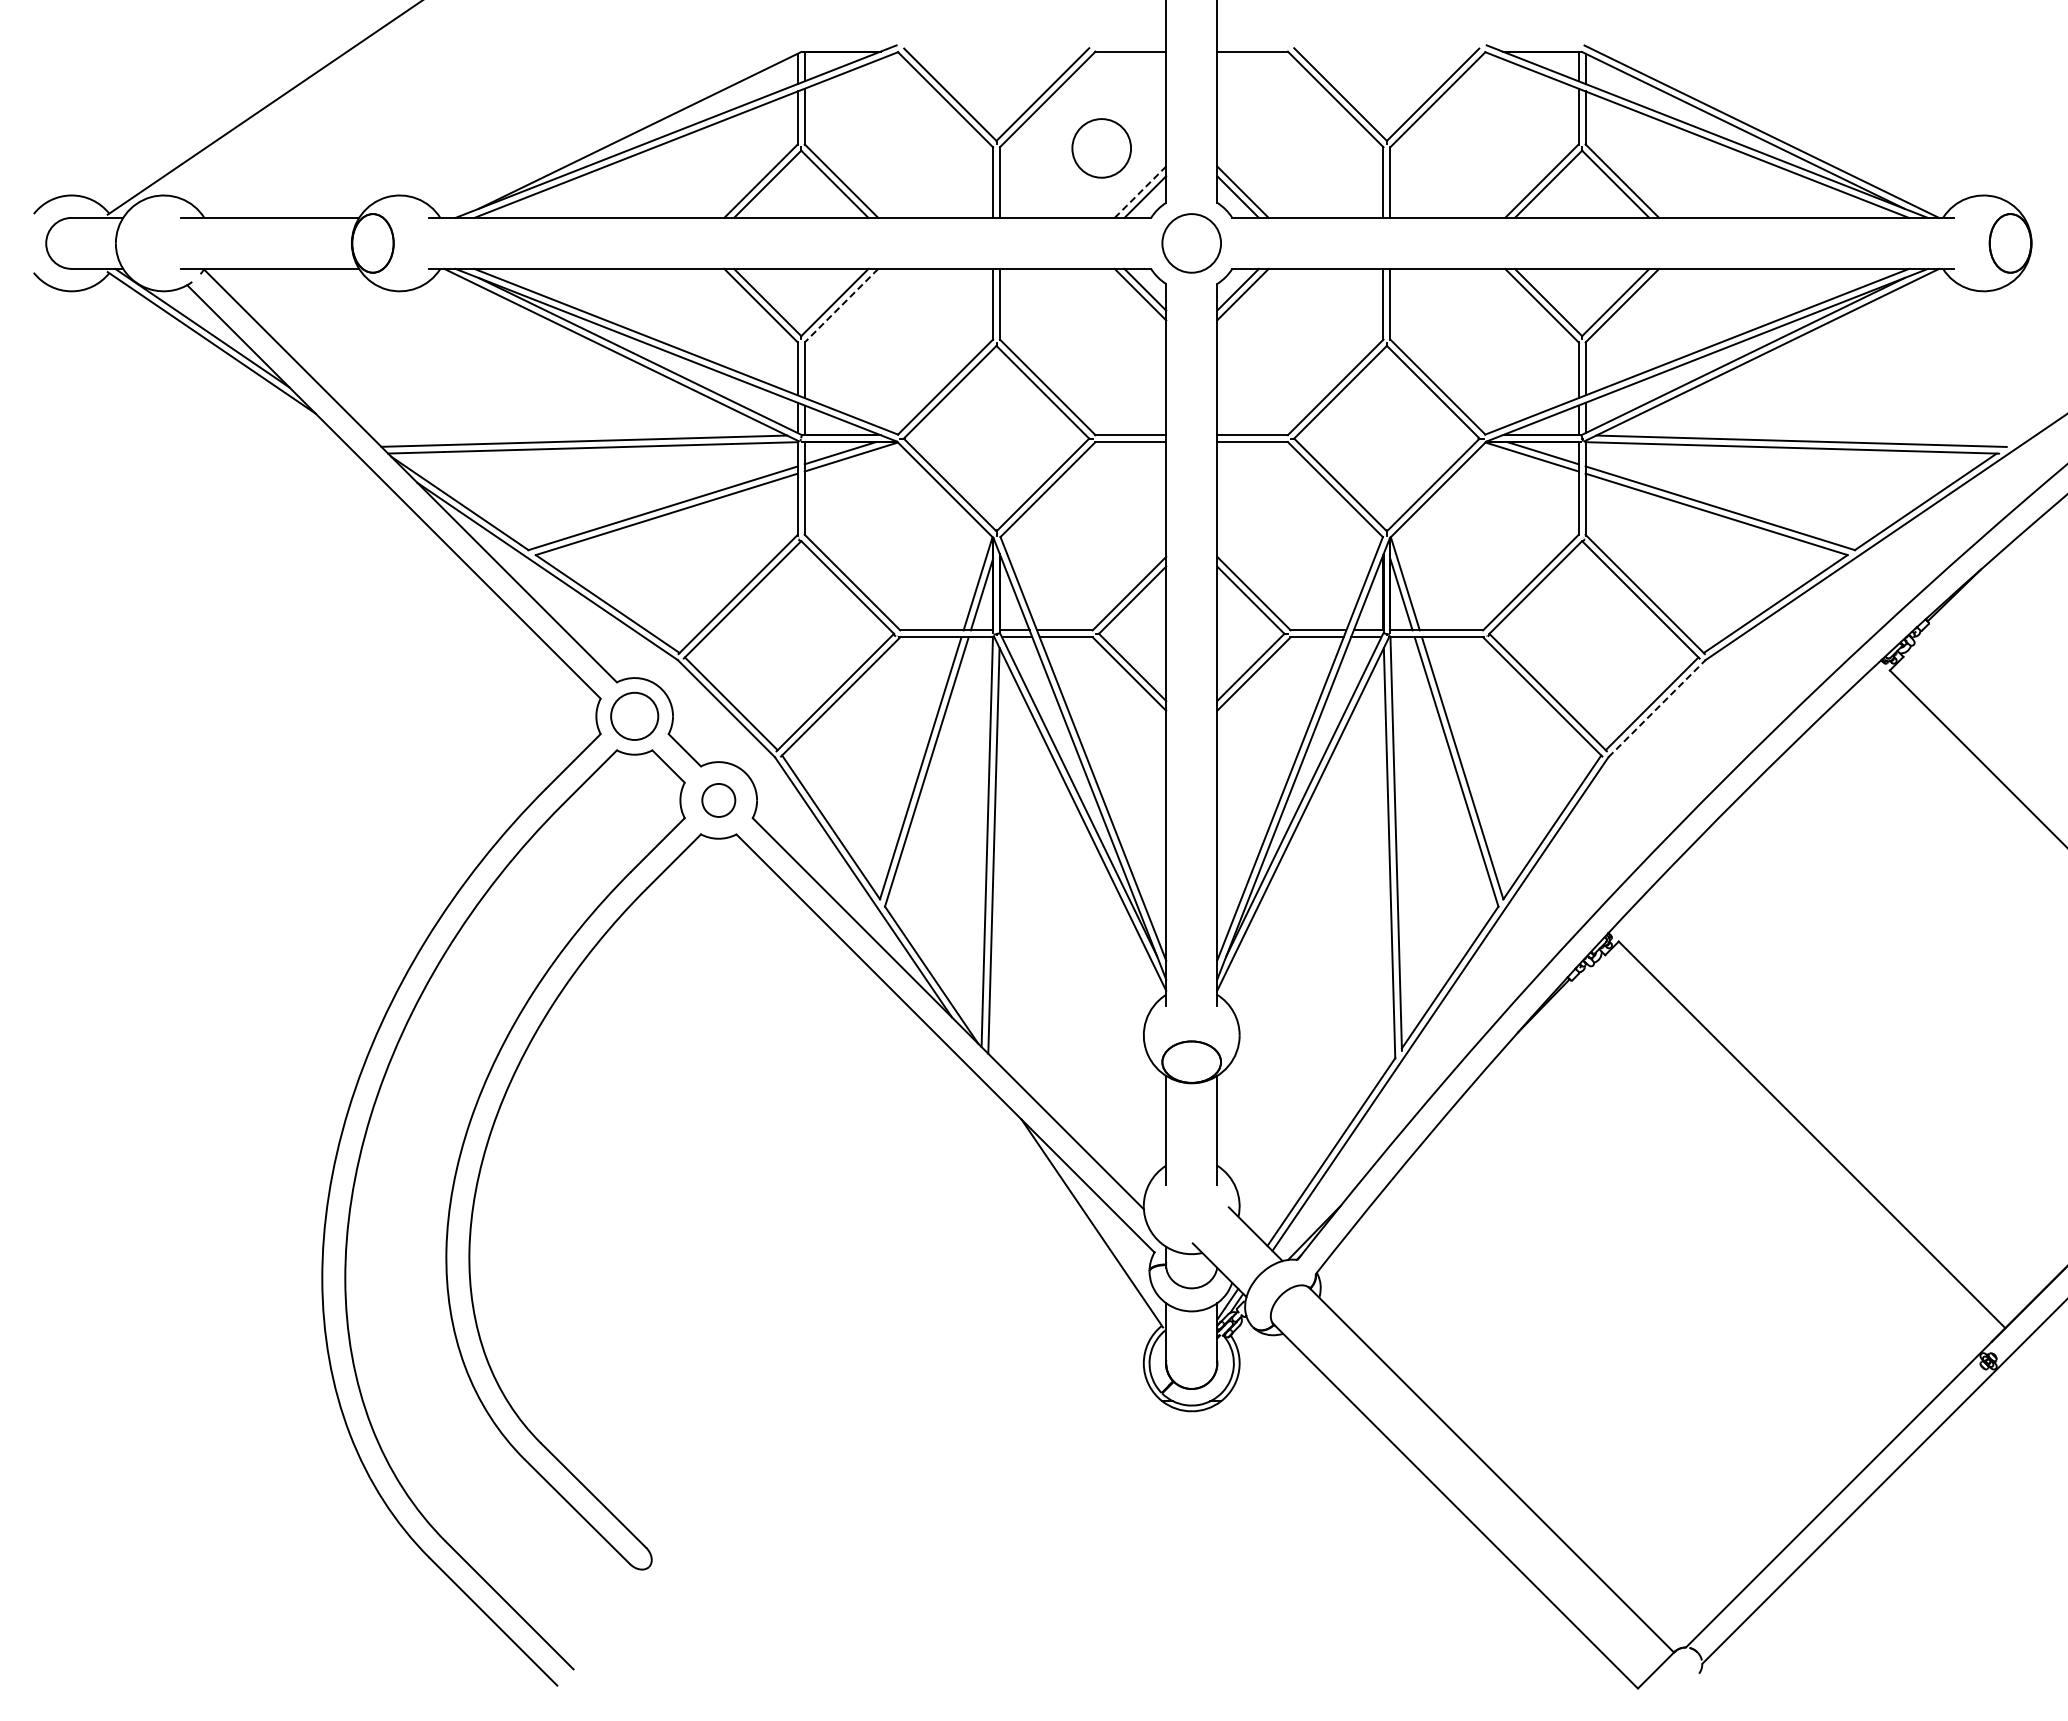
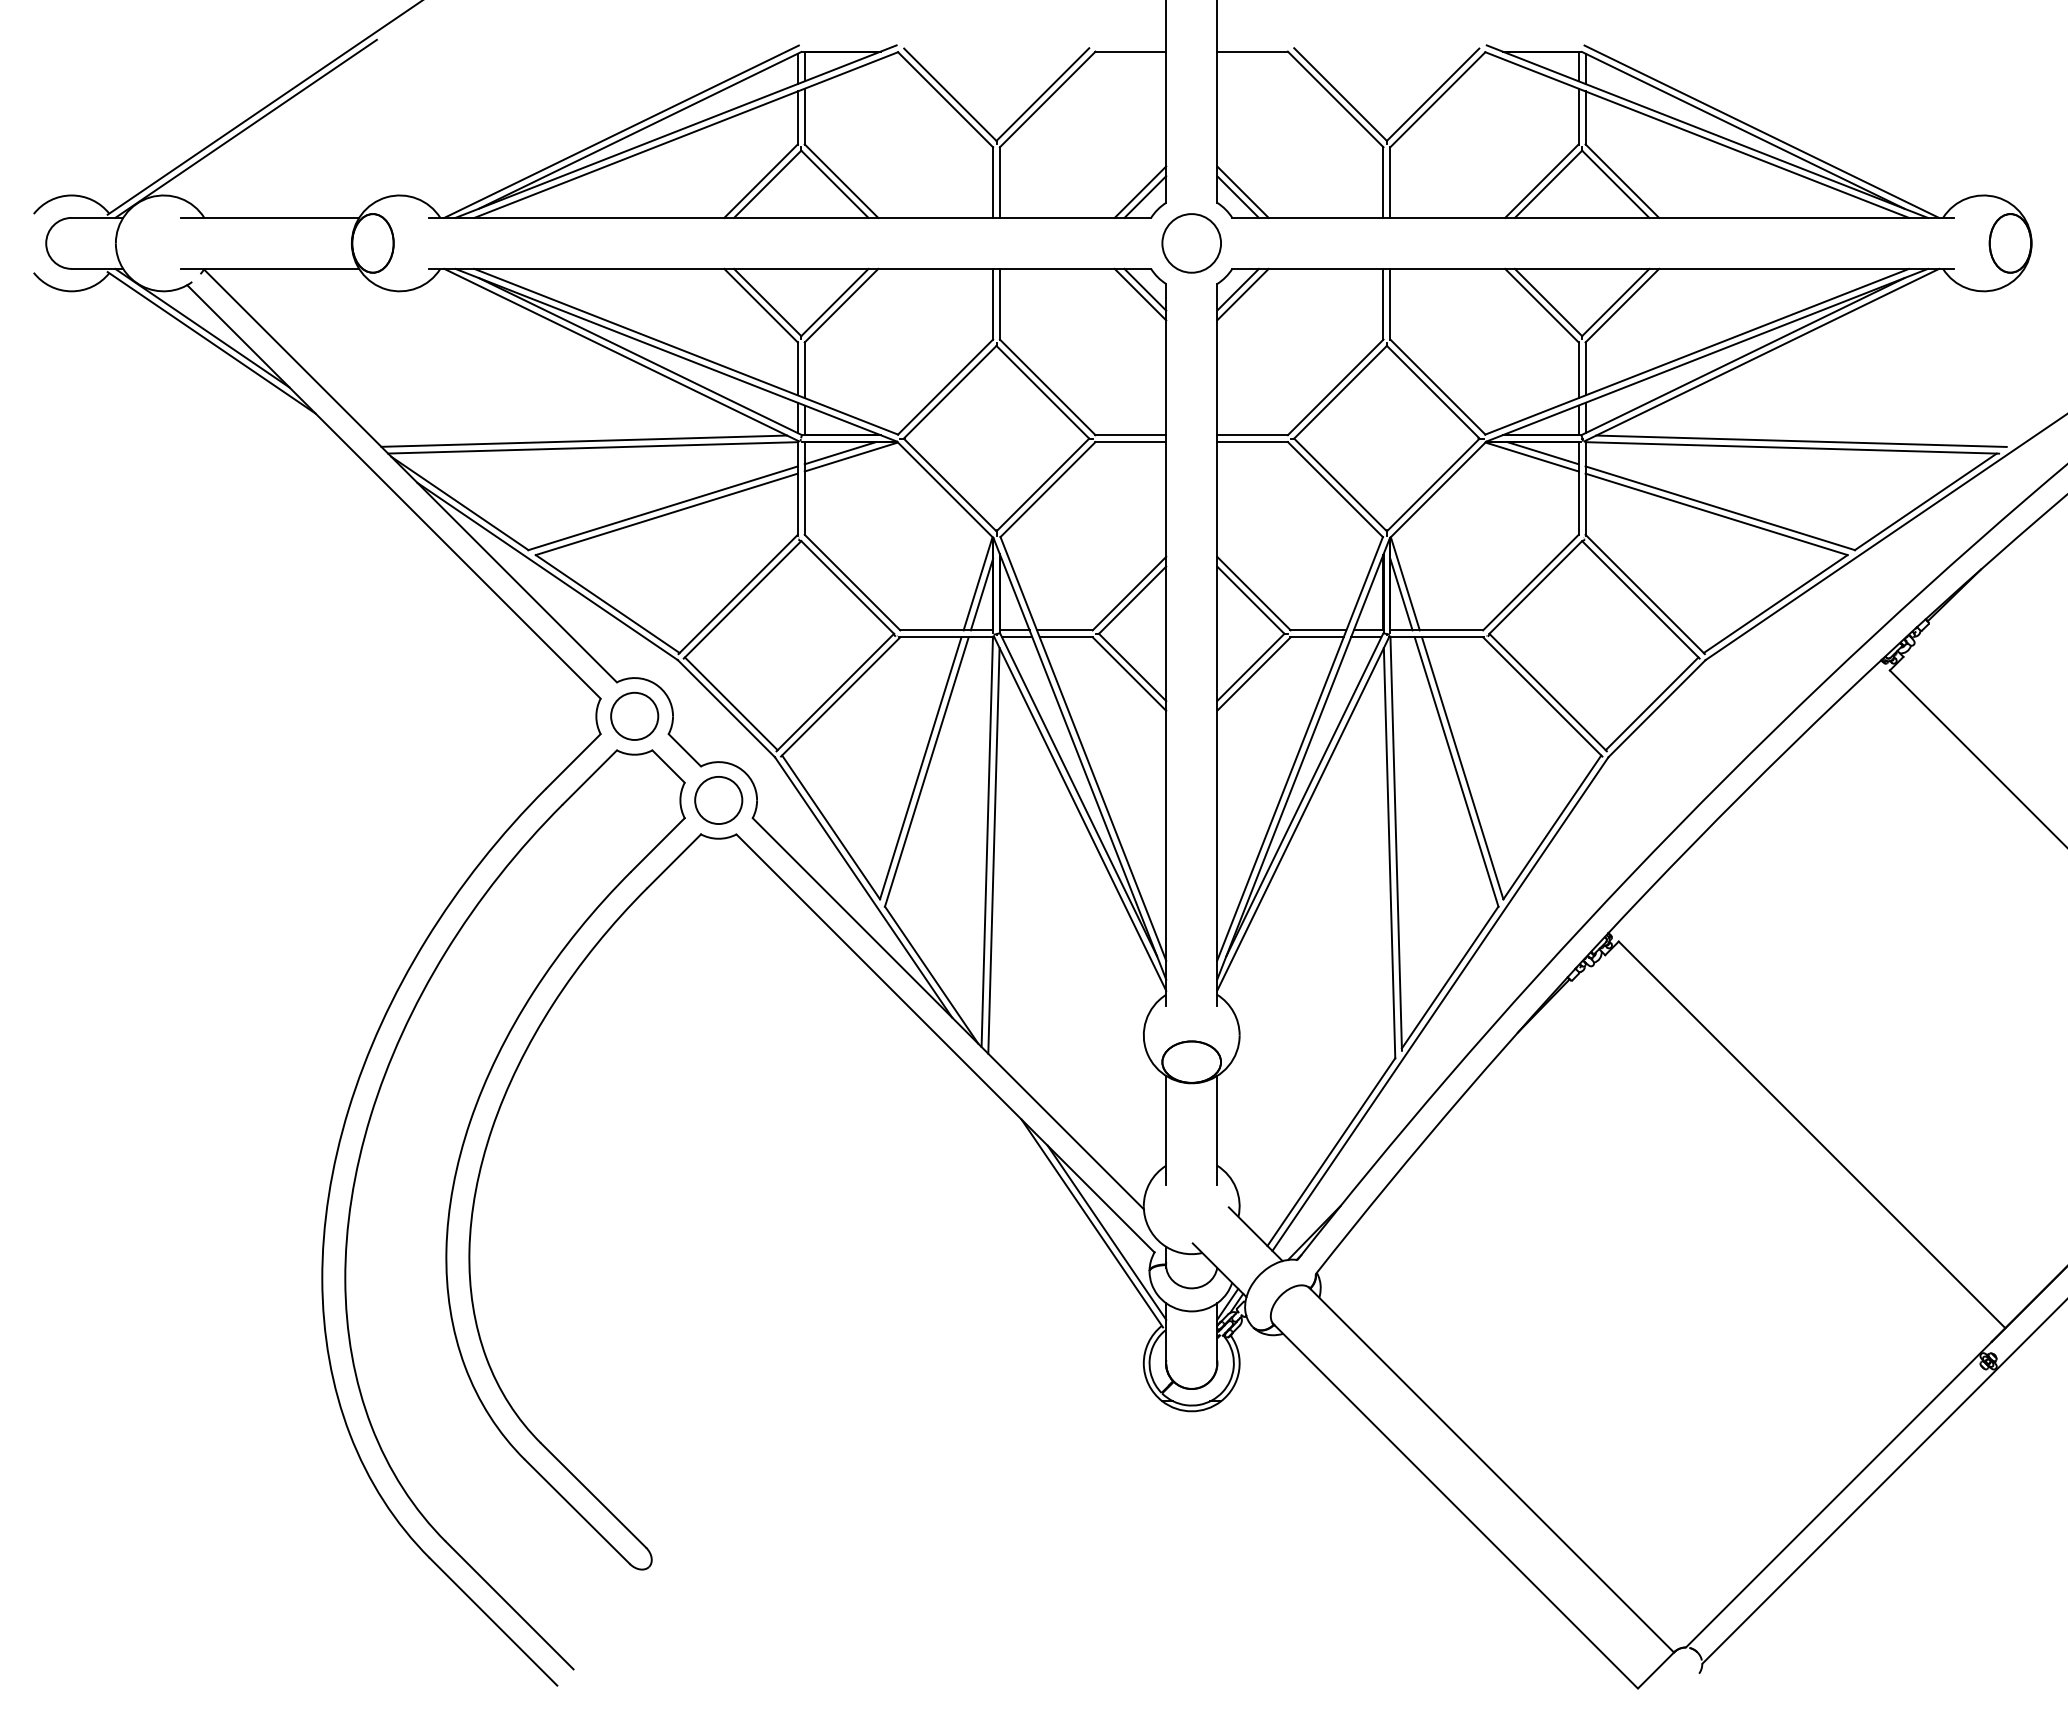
line at (245, 128): none -> present
line at (621, 131): none -> present
circle at (1101, 148): present -> none
line at (1140, 191): dashed -> solid
line at (841, 305): dashed -> solid
line at (1657, 708): dashed -> solid
circle at (718, 800) size: 36x35 px -> 50x49 px
line at (1106, 1232): none -> present
